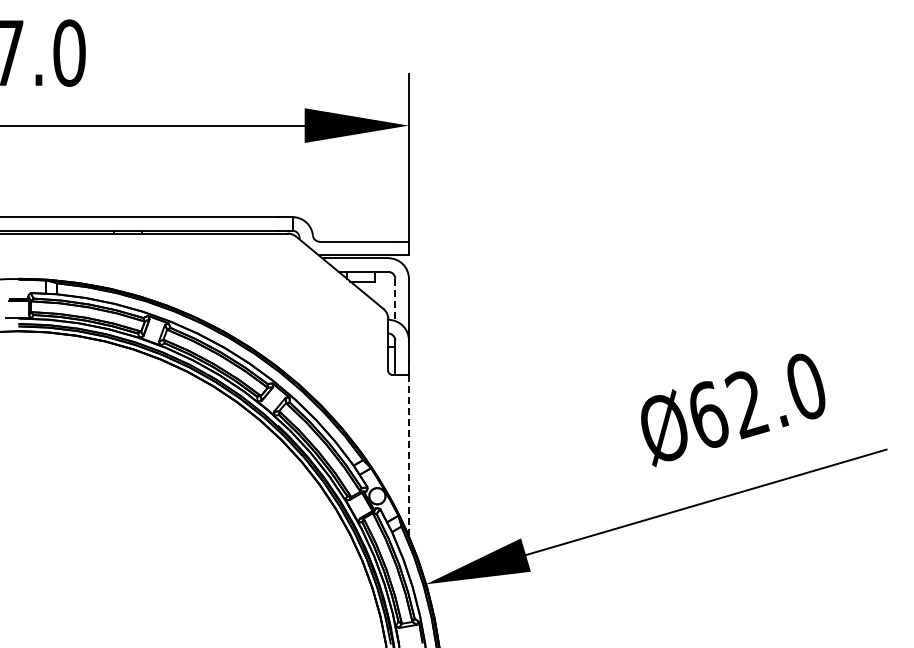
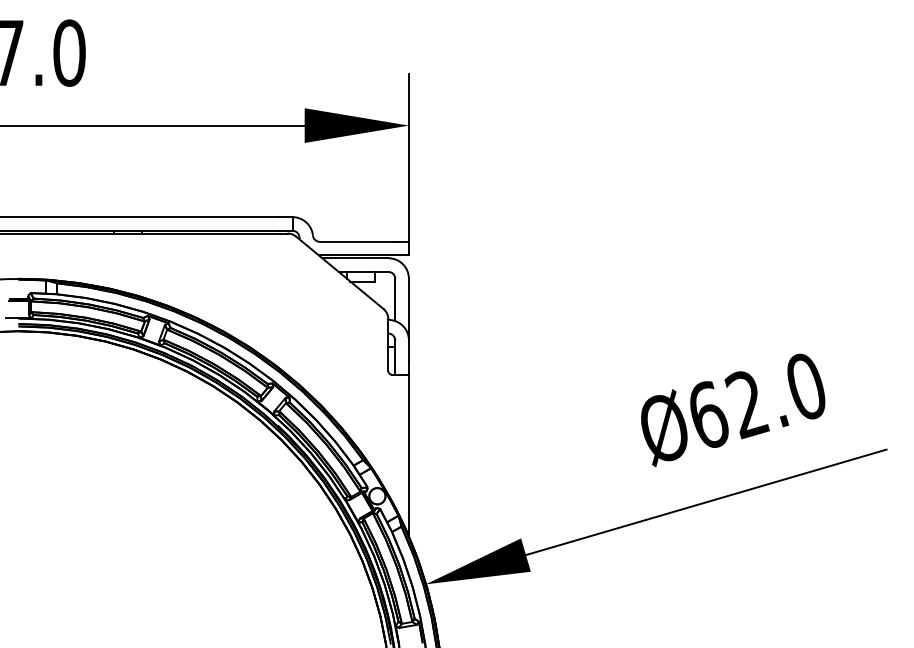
line at (395, 300): dashed -> solid
line at (408, 455): dashed -> solid
